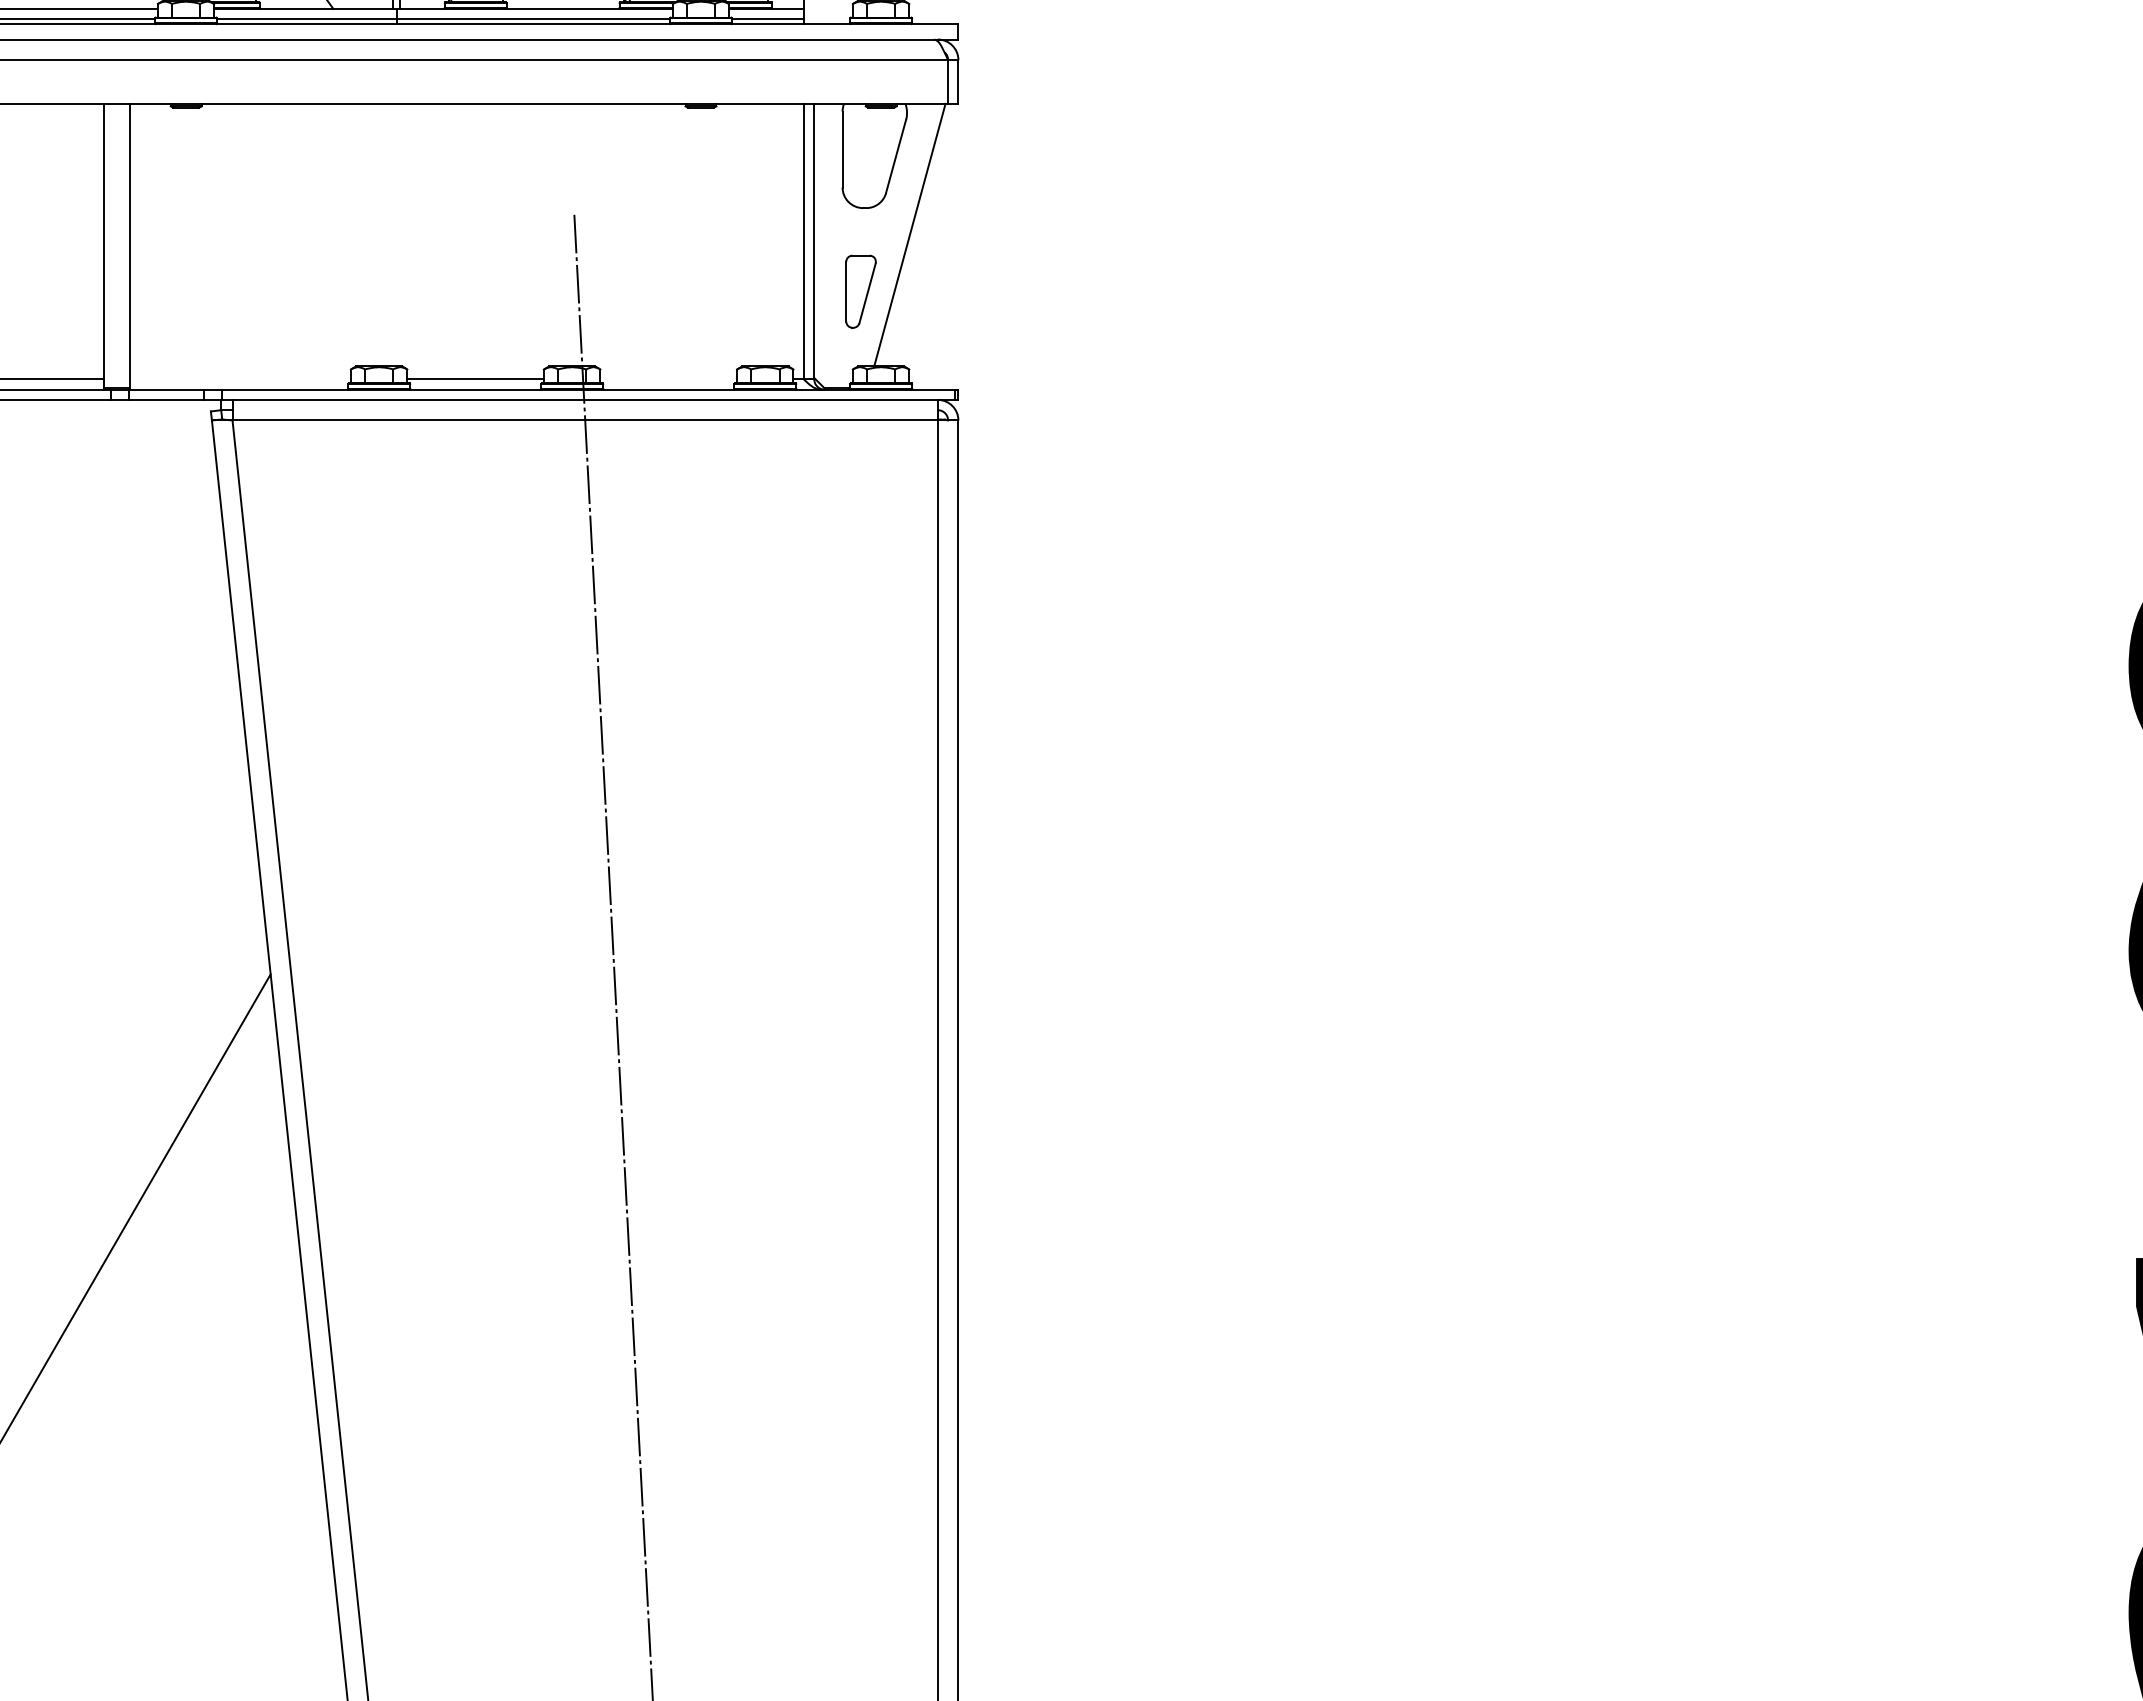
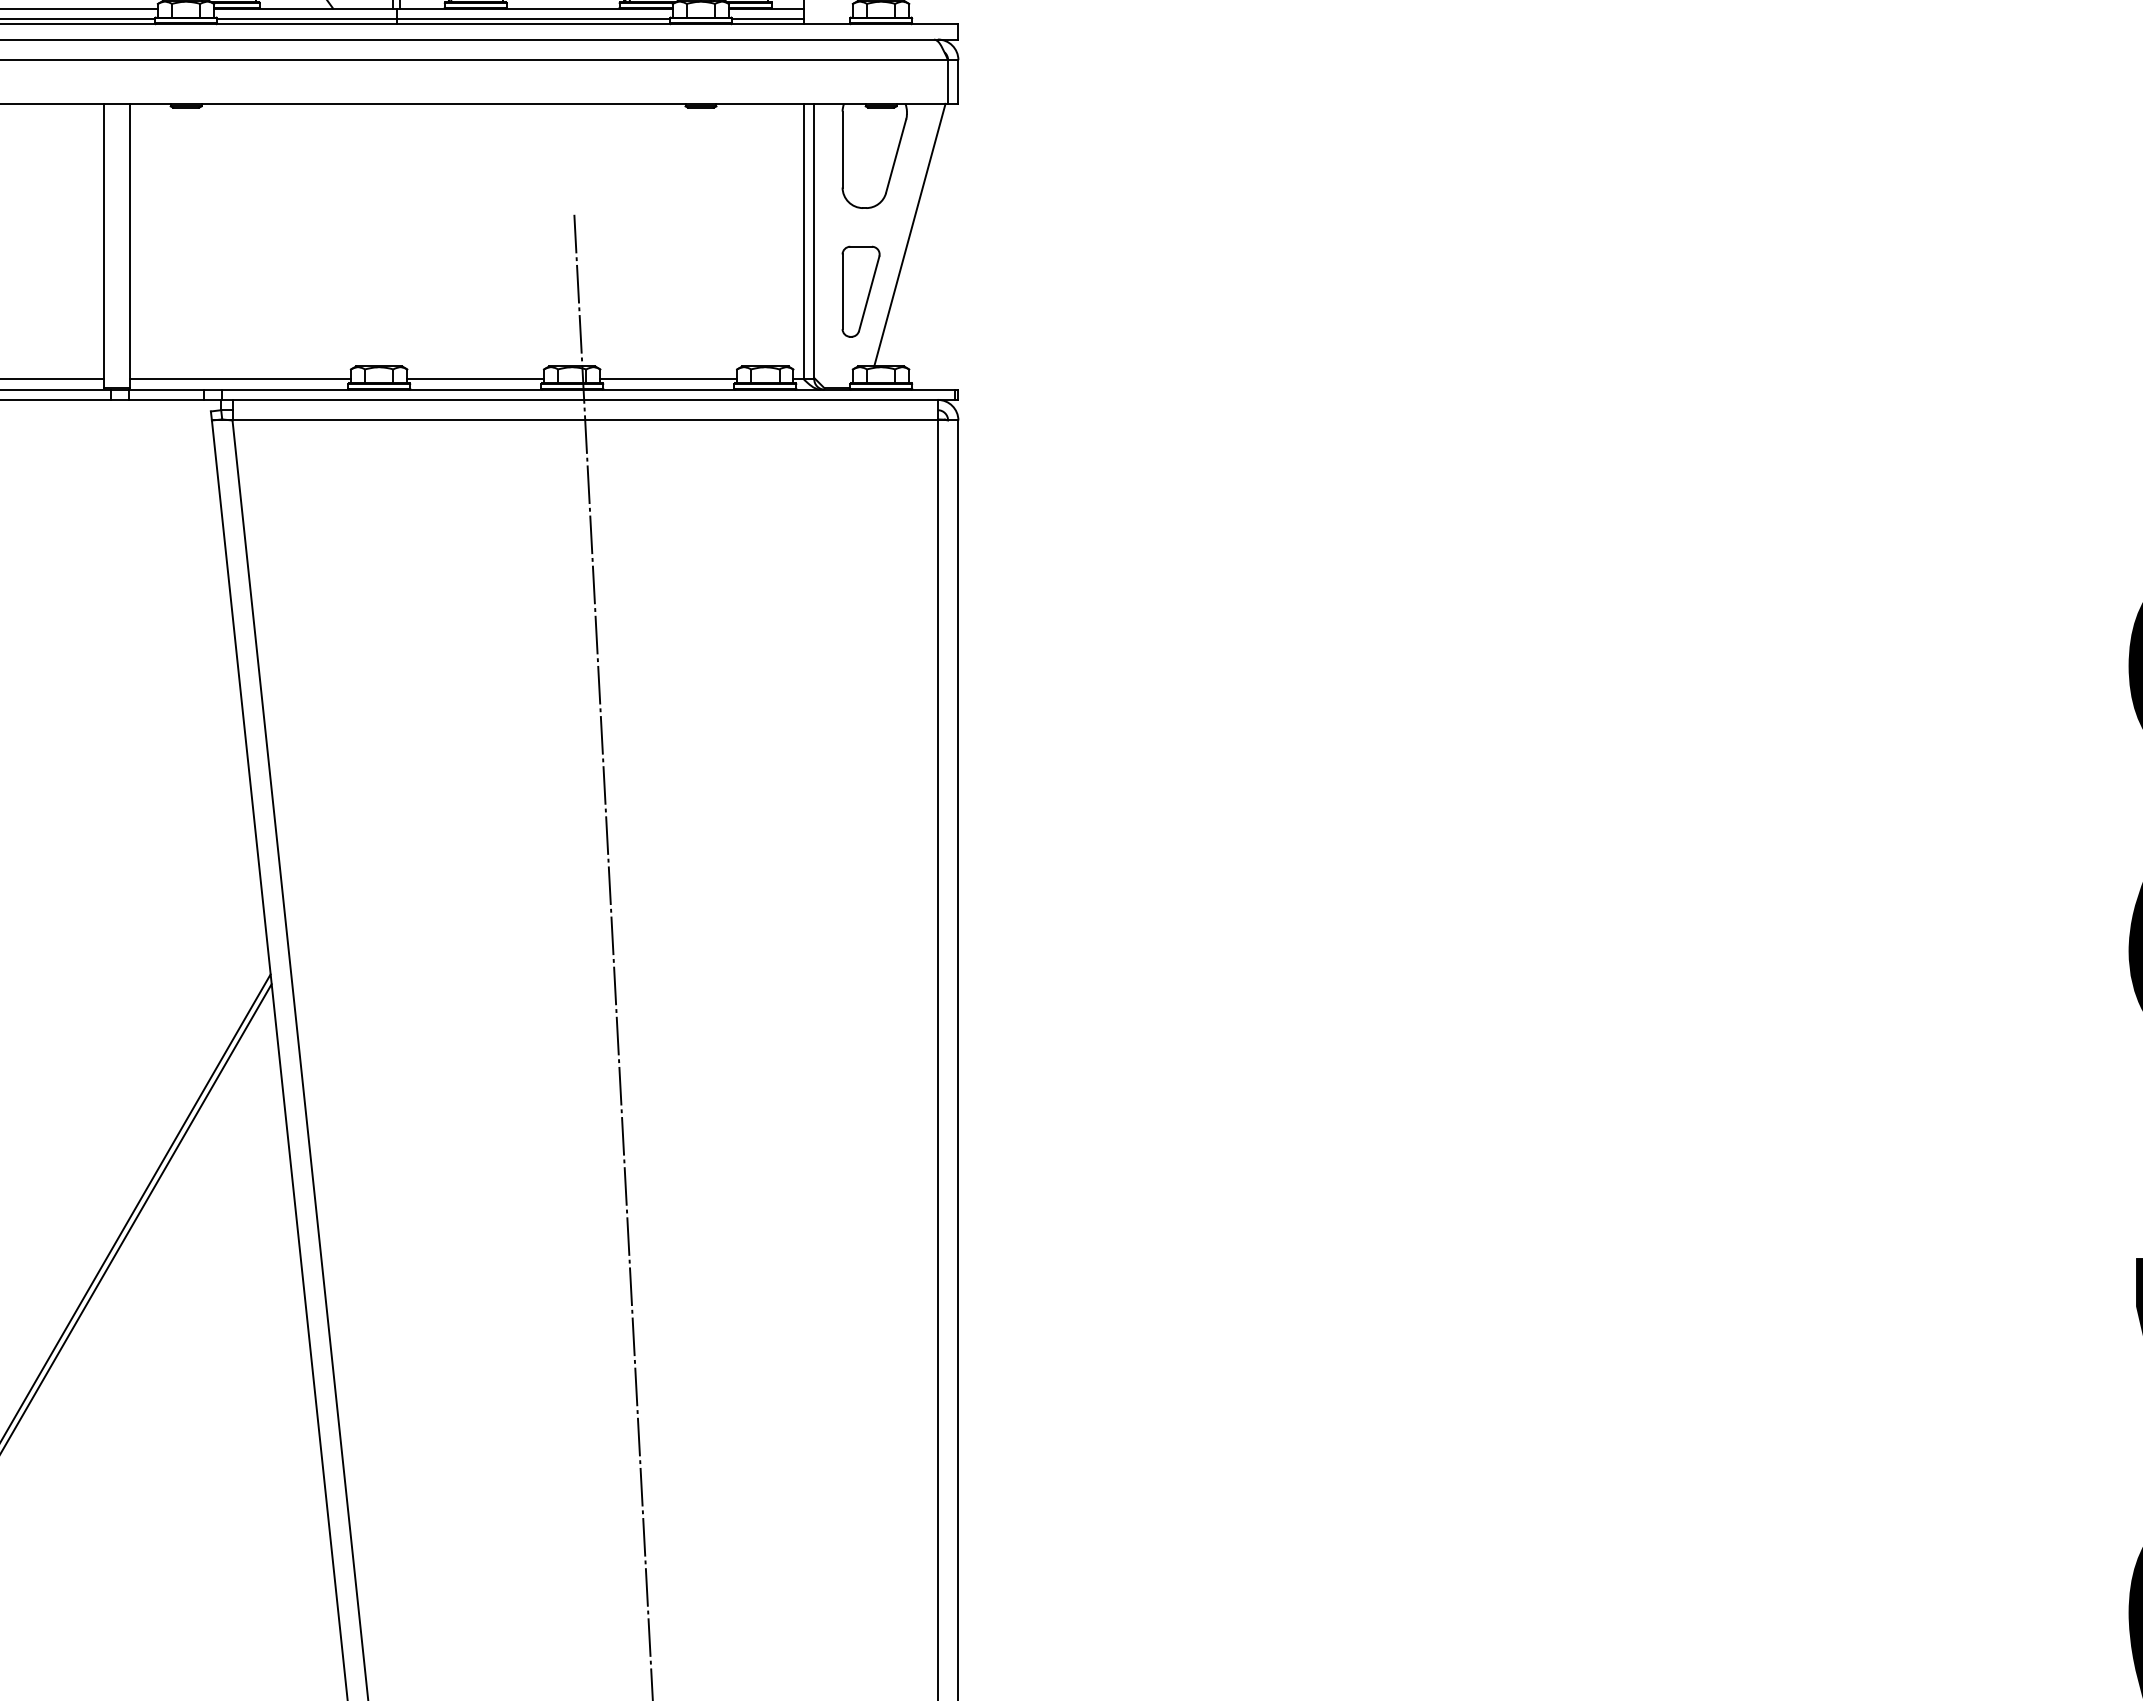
part at (860, 291) size: 32x75 px -> 40x93 px
line at (239, 379): none -> present
line at (668, 379): none -> present
line at (136, 1217): none -> present
